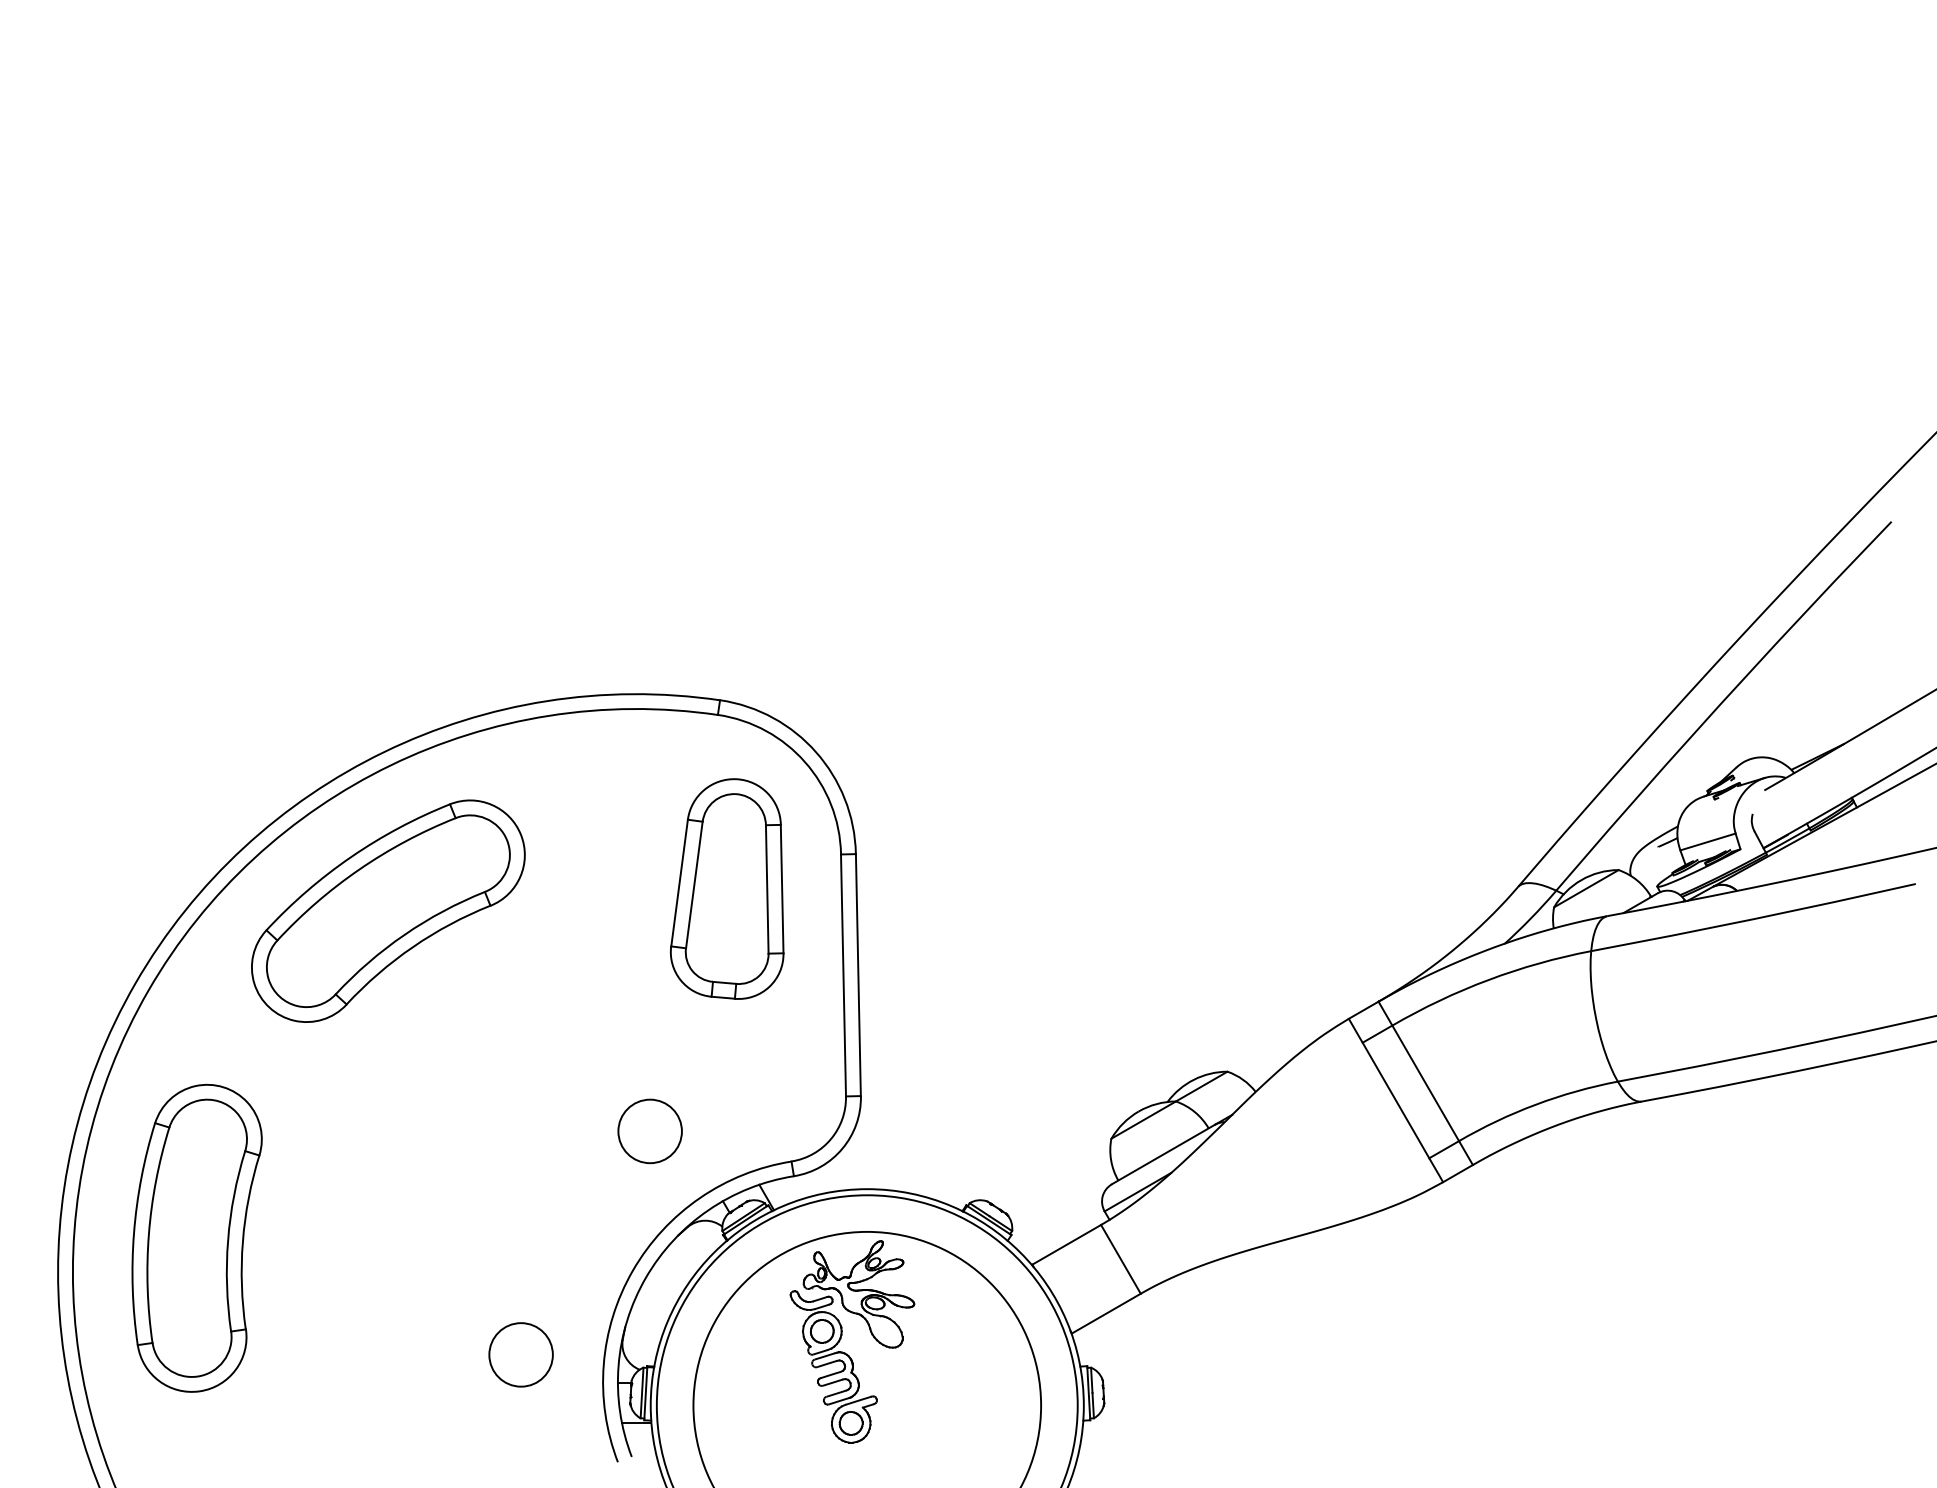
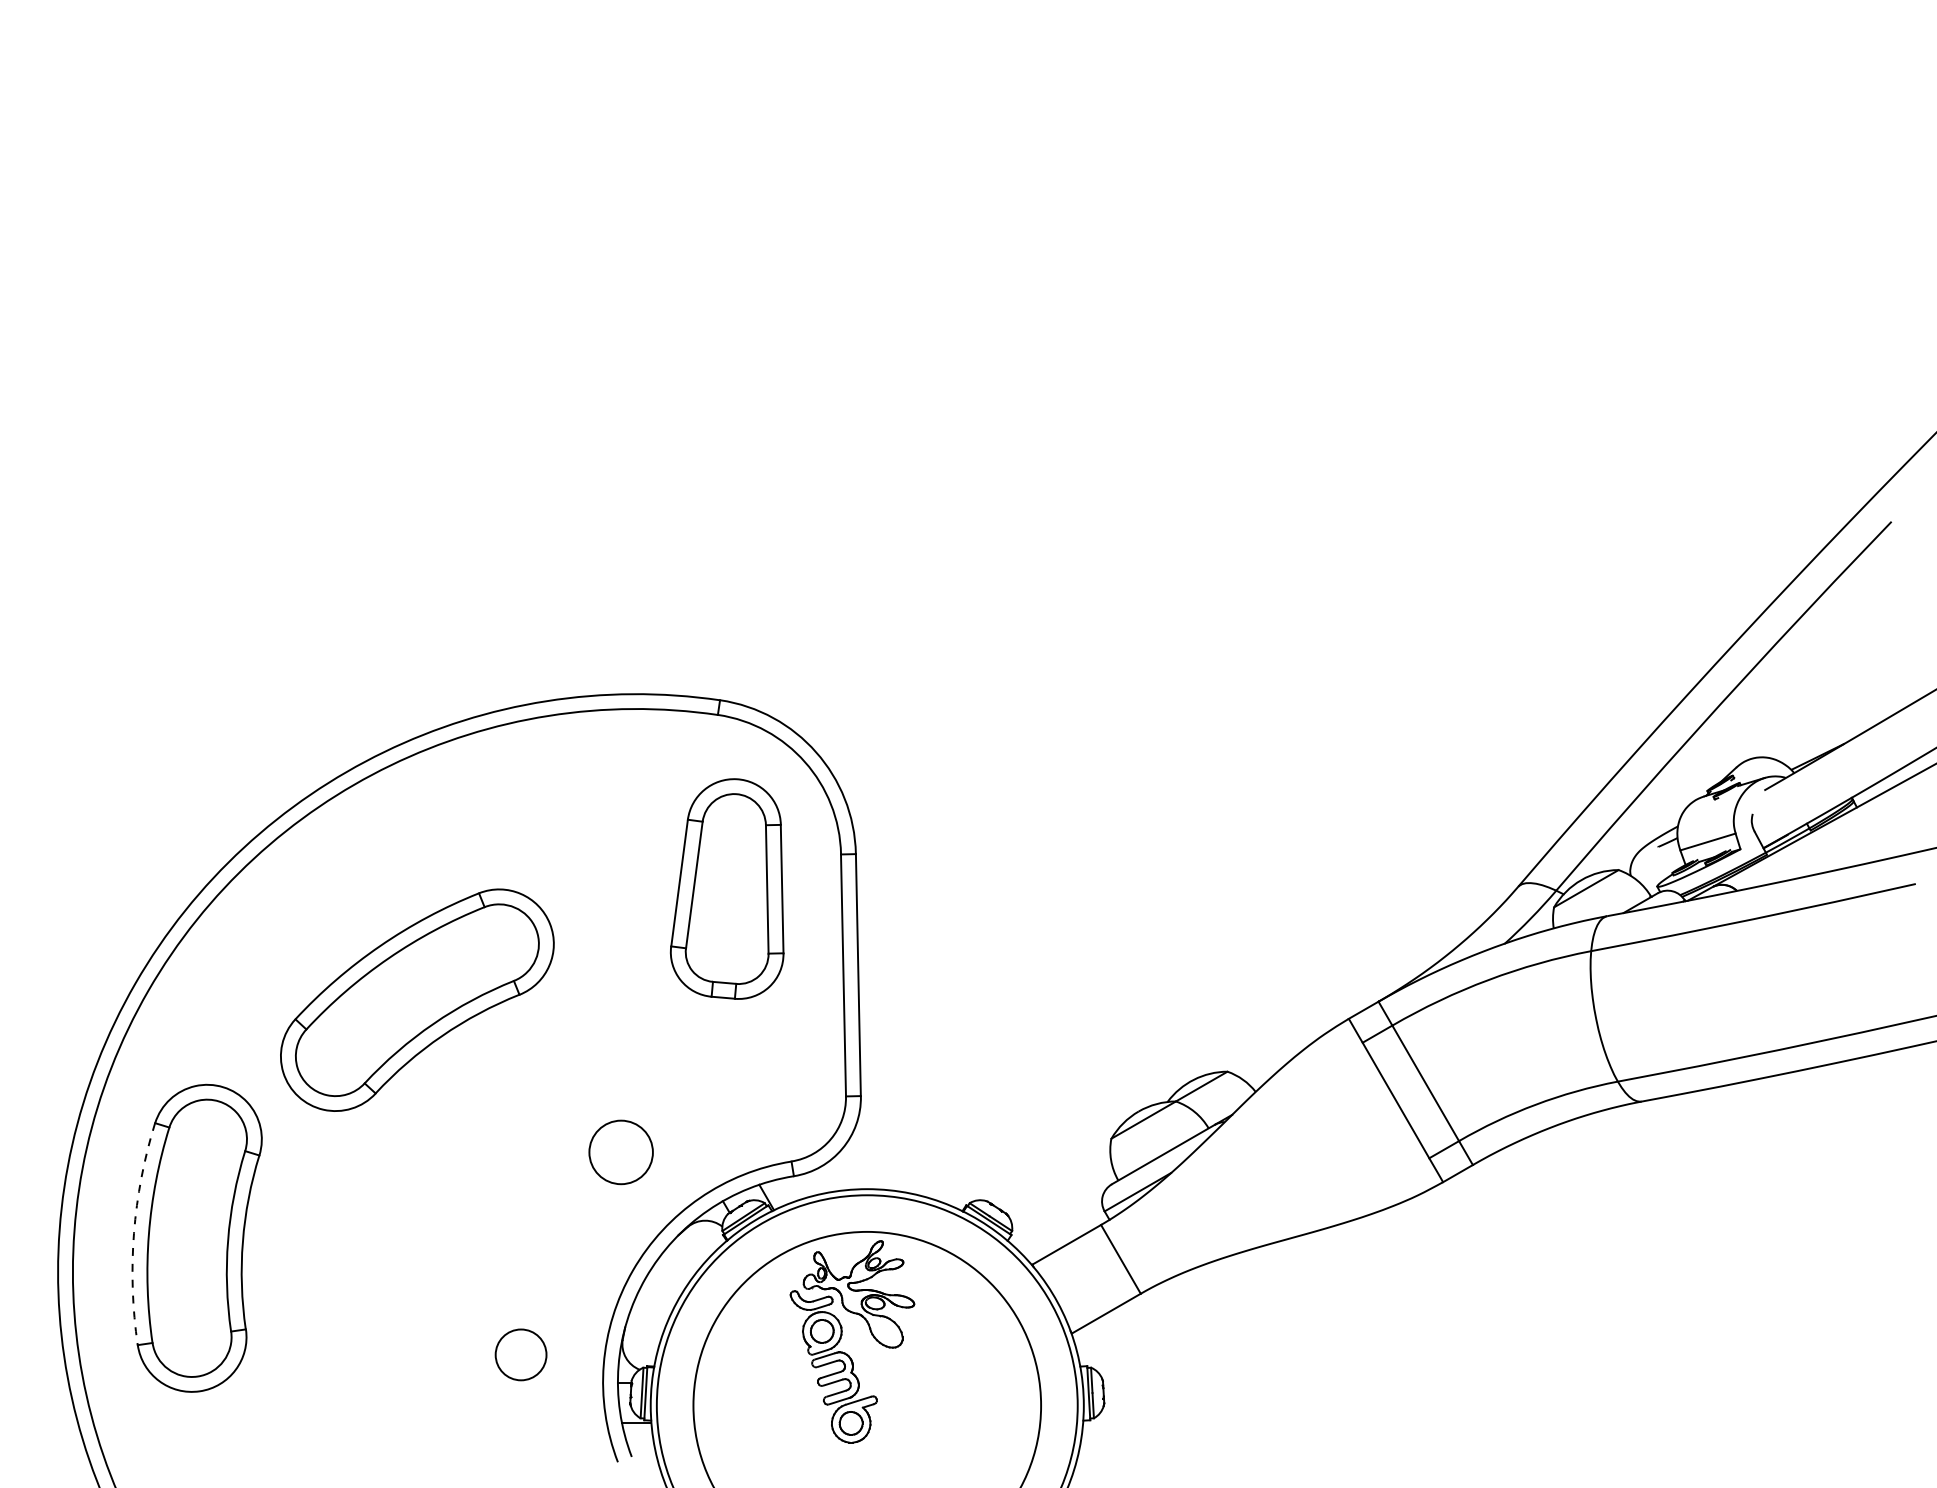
part at (388, 910) position: (388, 910) -> (417, 999)
circle at (649, 1131) position: (649, 1131) -> (620, 1152)
arc at (134, 1233): solid -> dashed
circle at (520, 1354) size: 66x66 px -> 54x54 px
